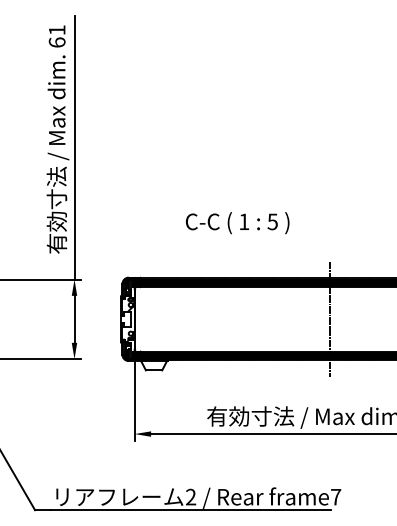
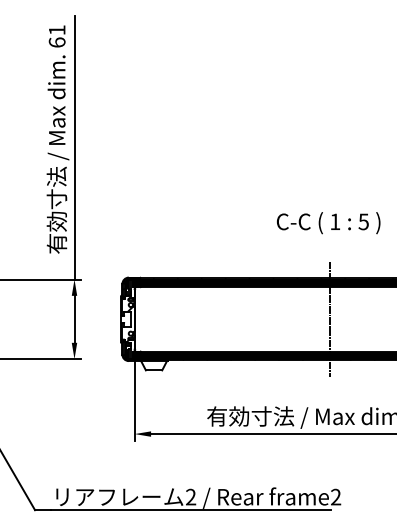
text at (237, 223) position: (237, 223) -> (328, 223)
text at (336, 496): frame7 -> frame2
